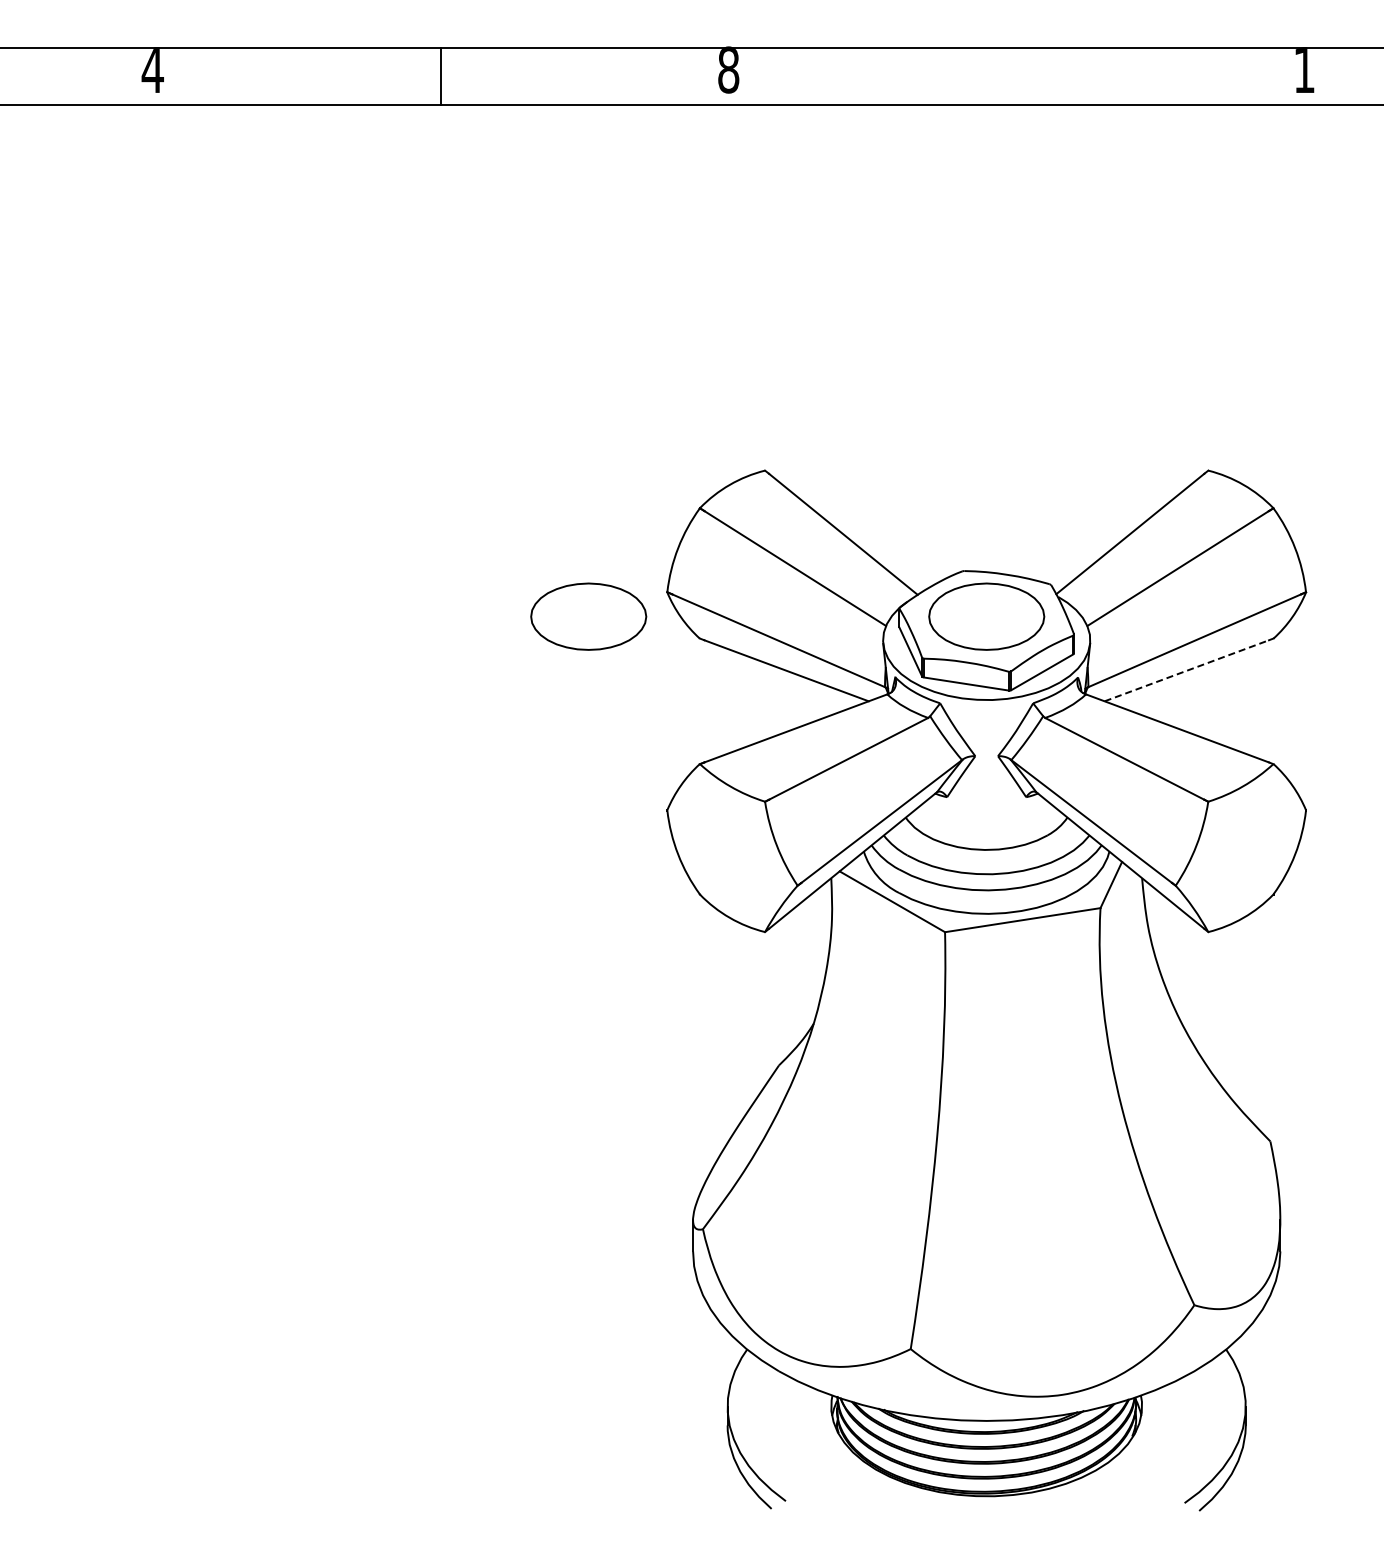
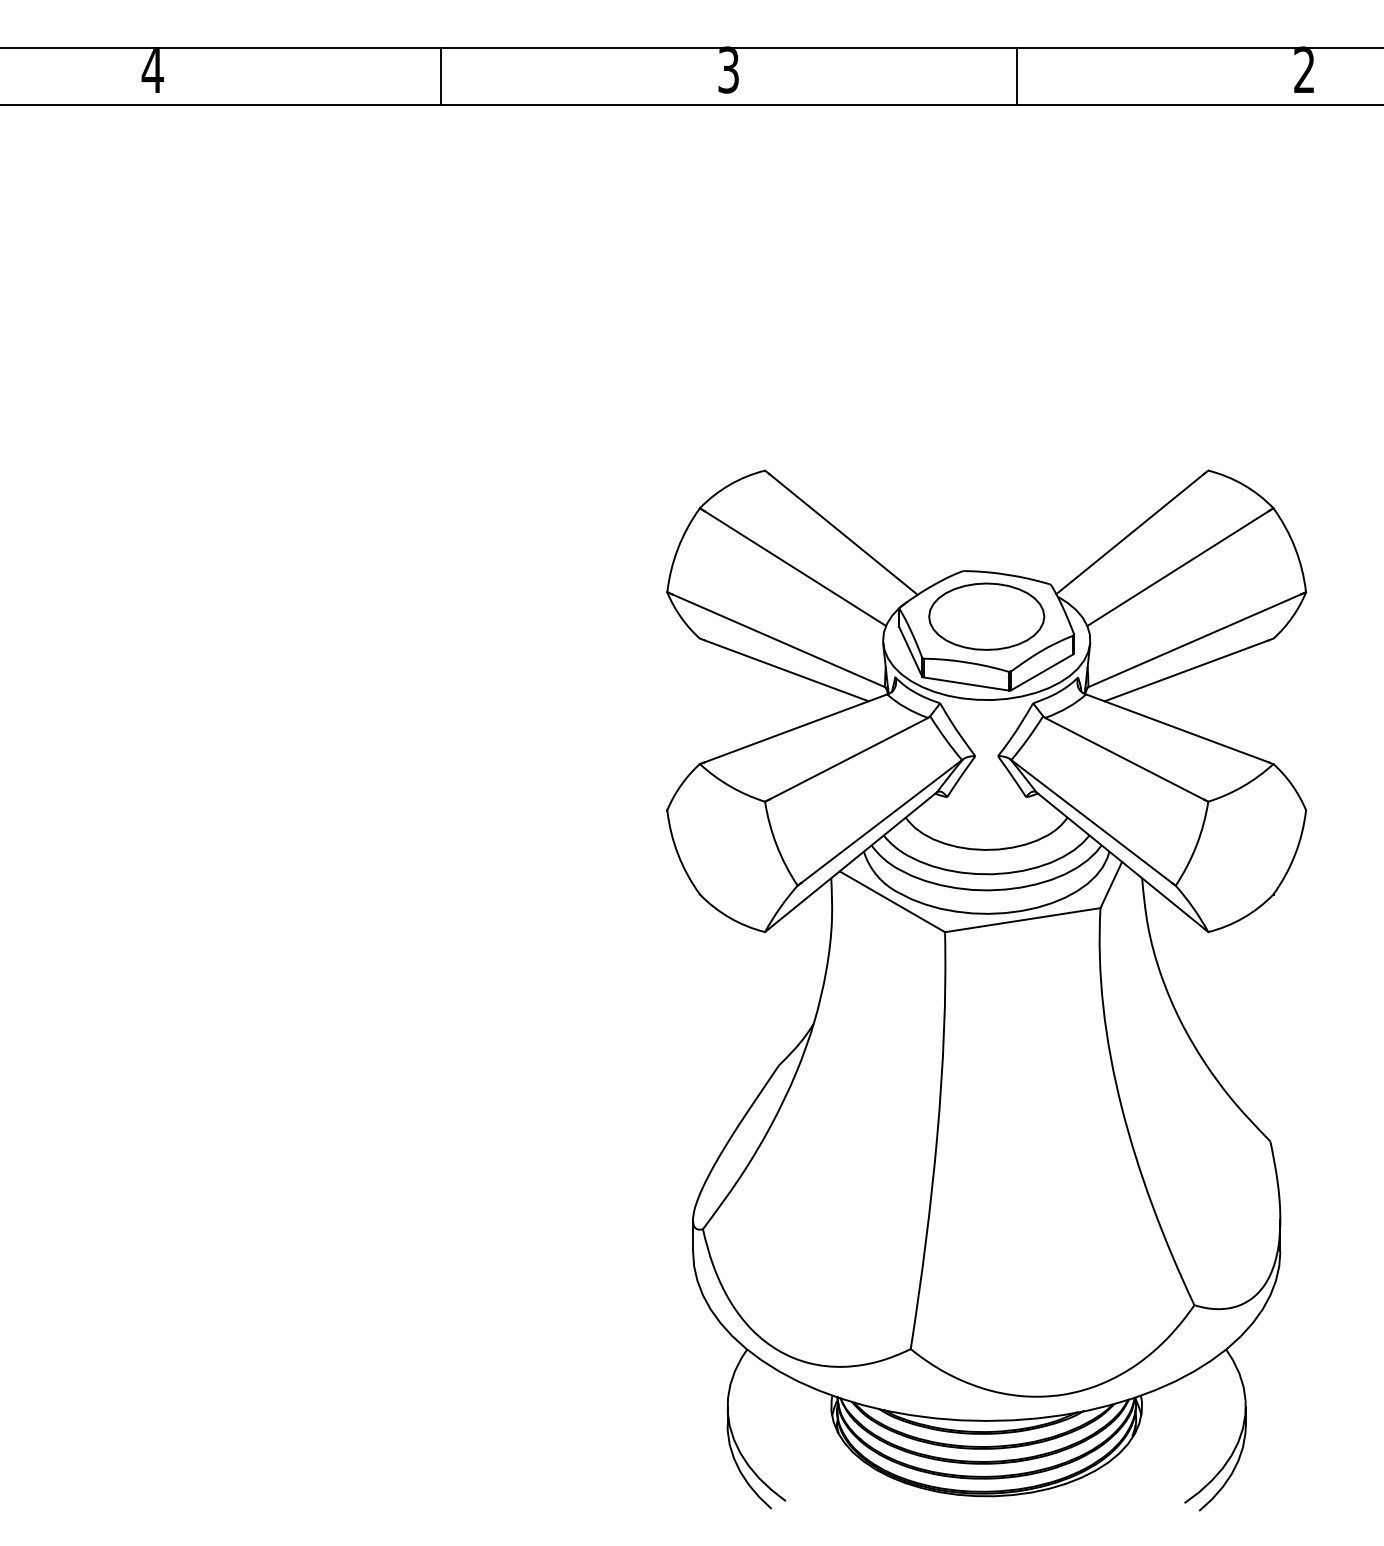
text at (728, 69): 8 -> 3
text at (1304, 69): 1 -> 2
line at (1017, 76): none -> present
part at (588, 616): present -> none
line at (1186, 670): dashed -> solid
